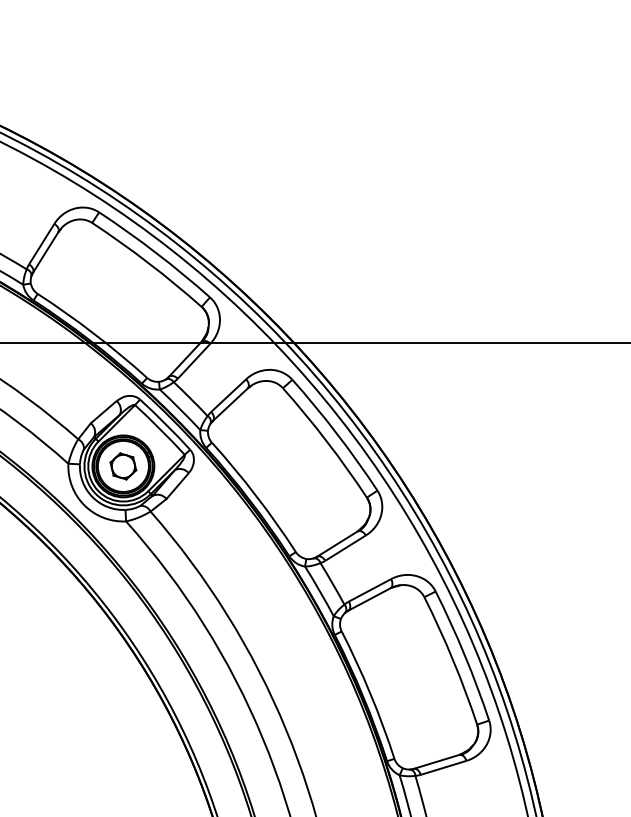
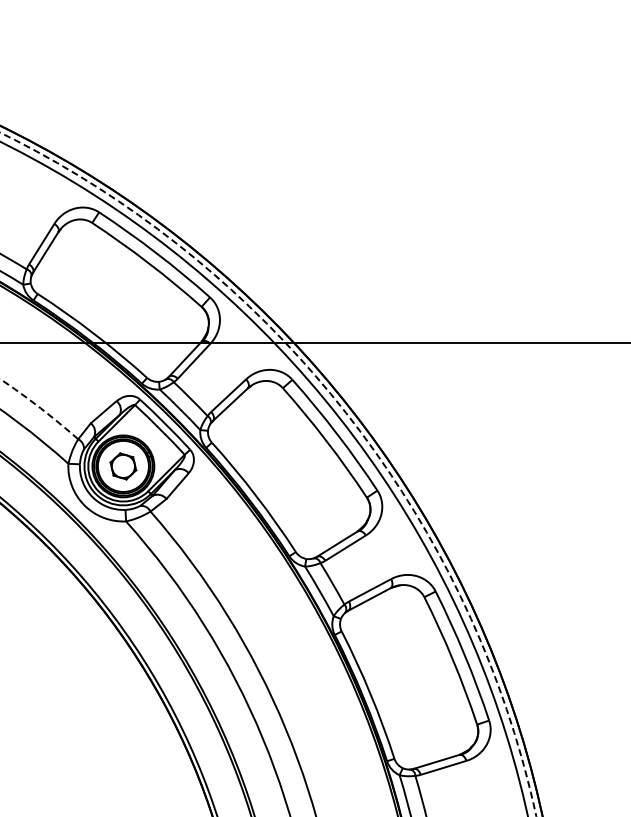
arc at (39, 407): solid -> dashed
circle at (268, 474): solid -> dashed
